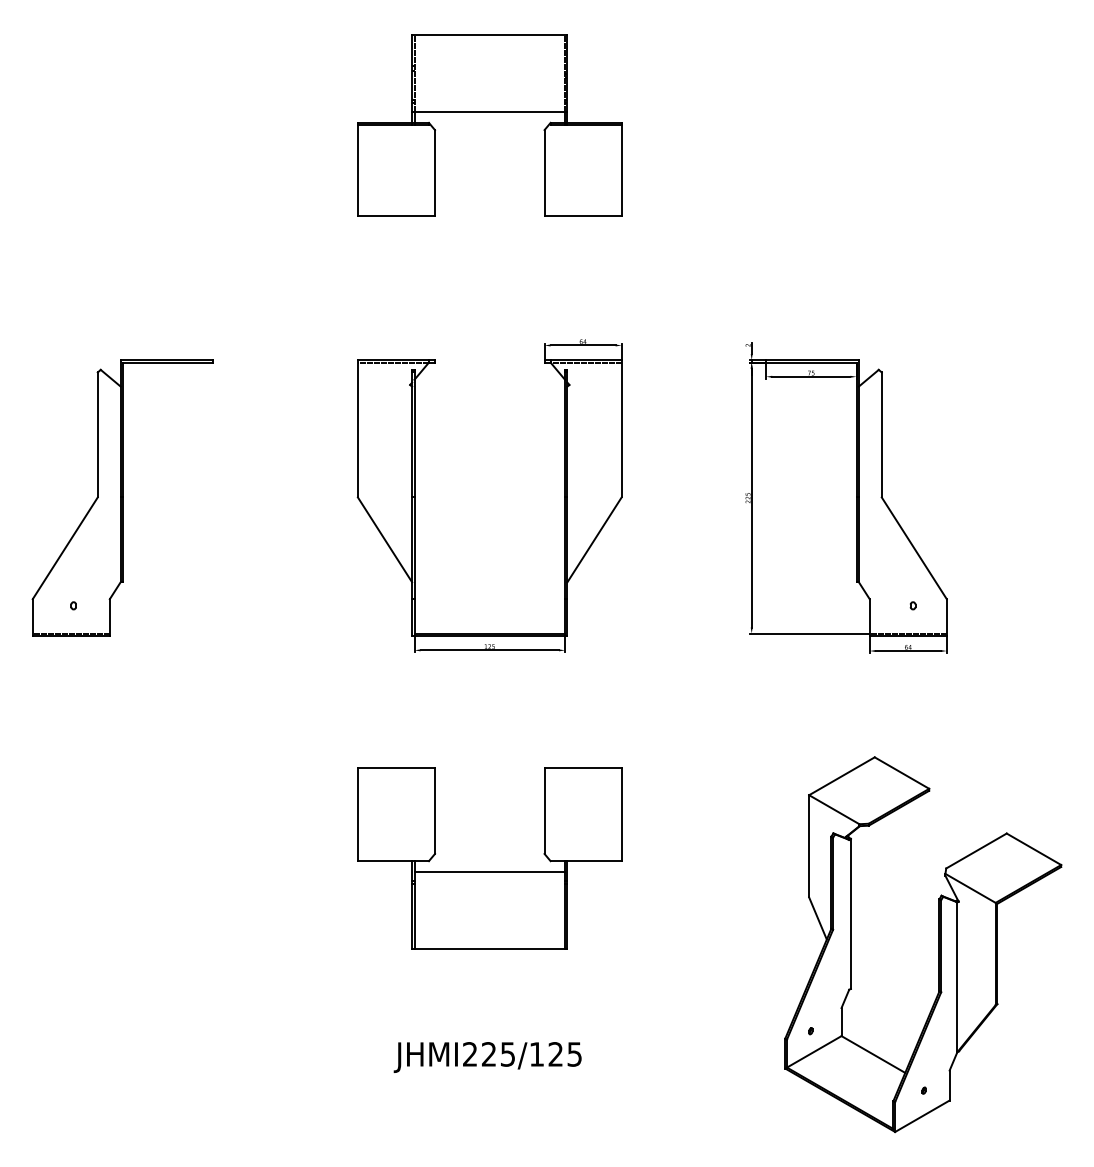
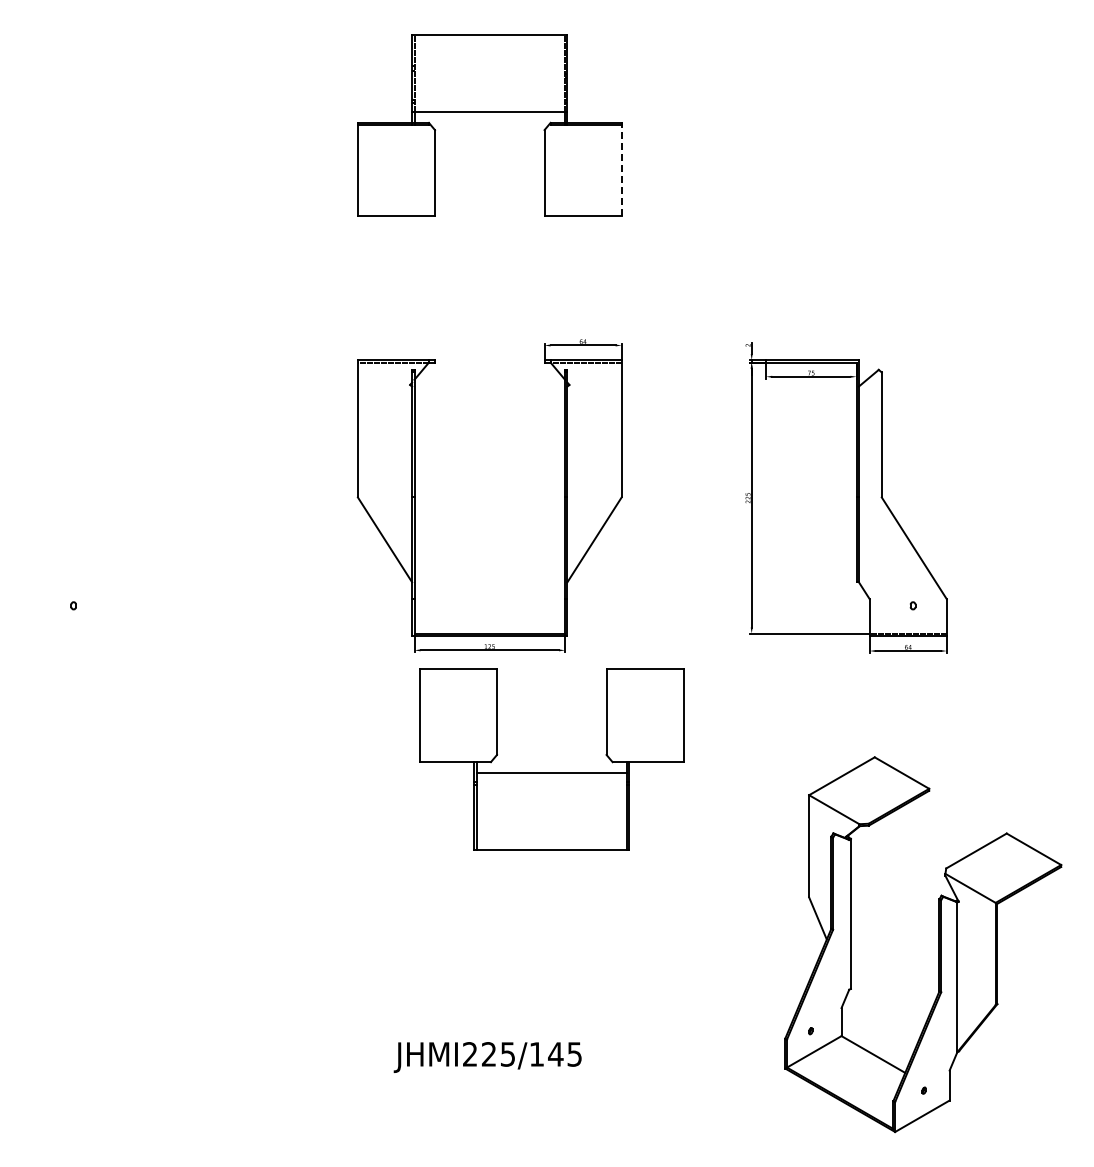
line at (621, 169): solid -> dashed
part at (122, 497): present -> none
part at (489, 871) position: (489, 871) -> (551, 772)
text at (555, 1054): JHMI225/125 -> JHMI225/145
